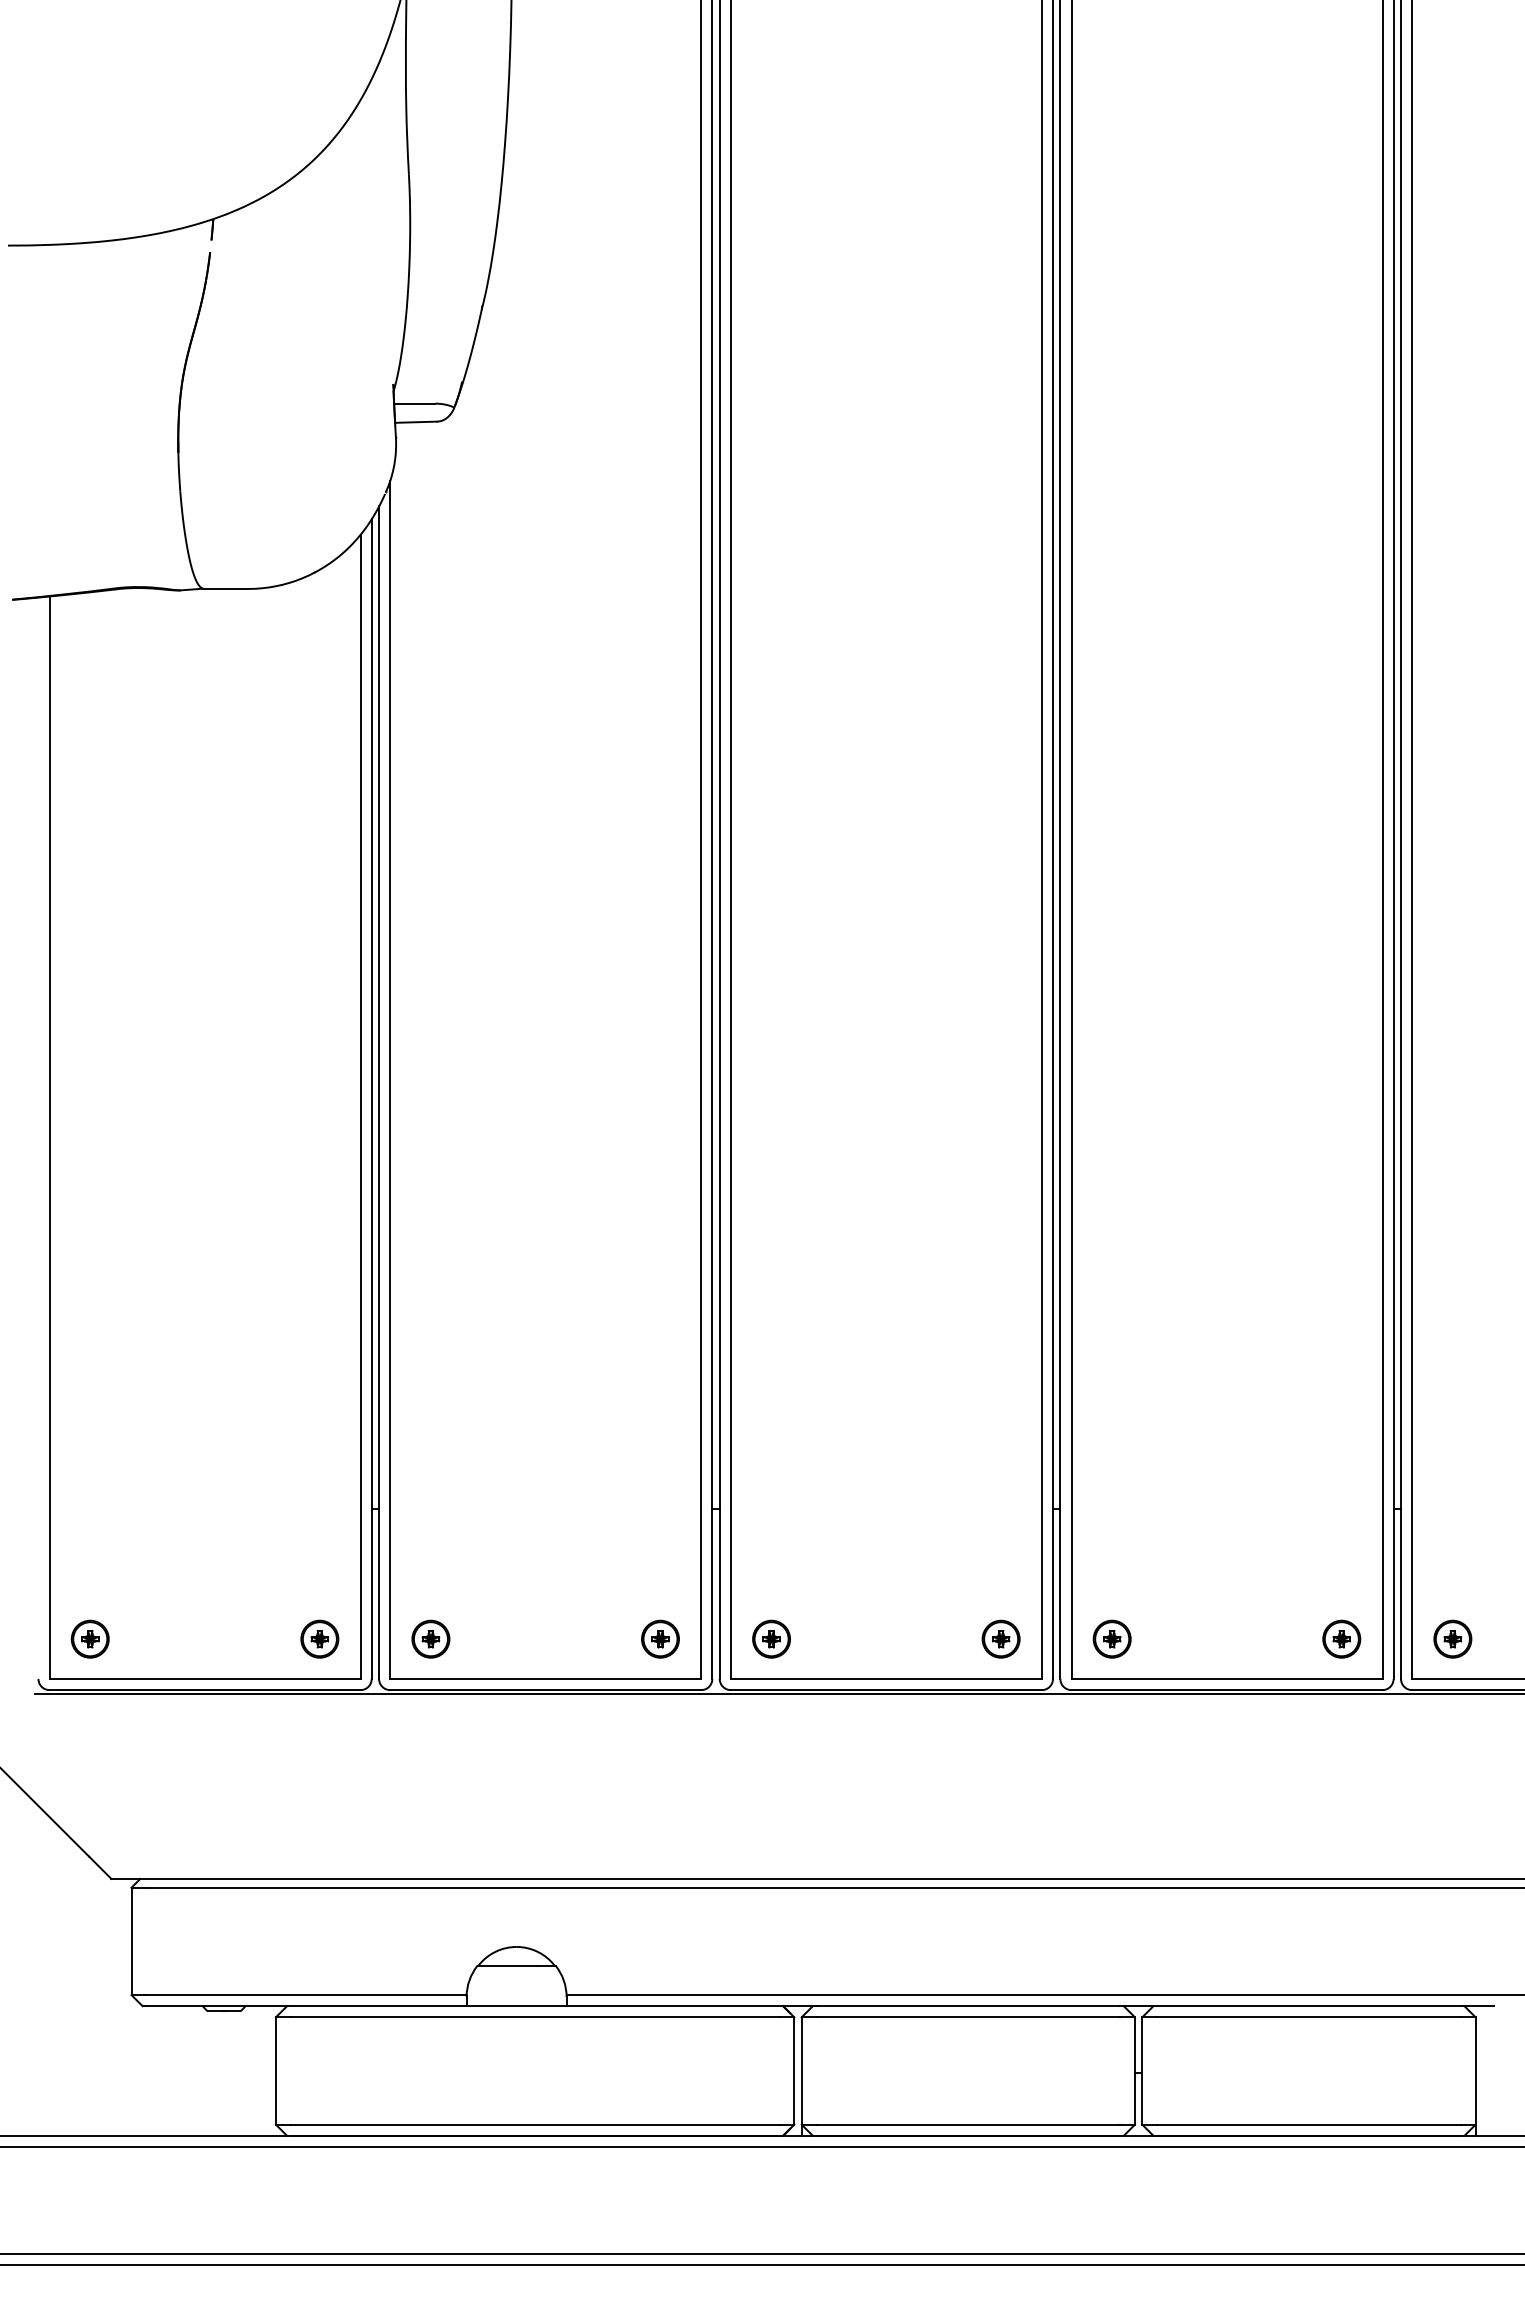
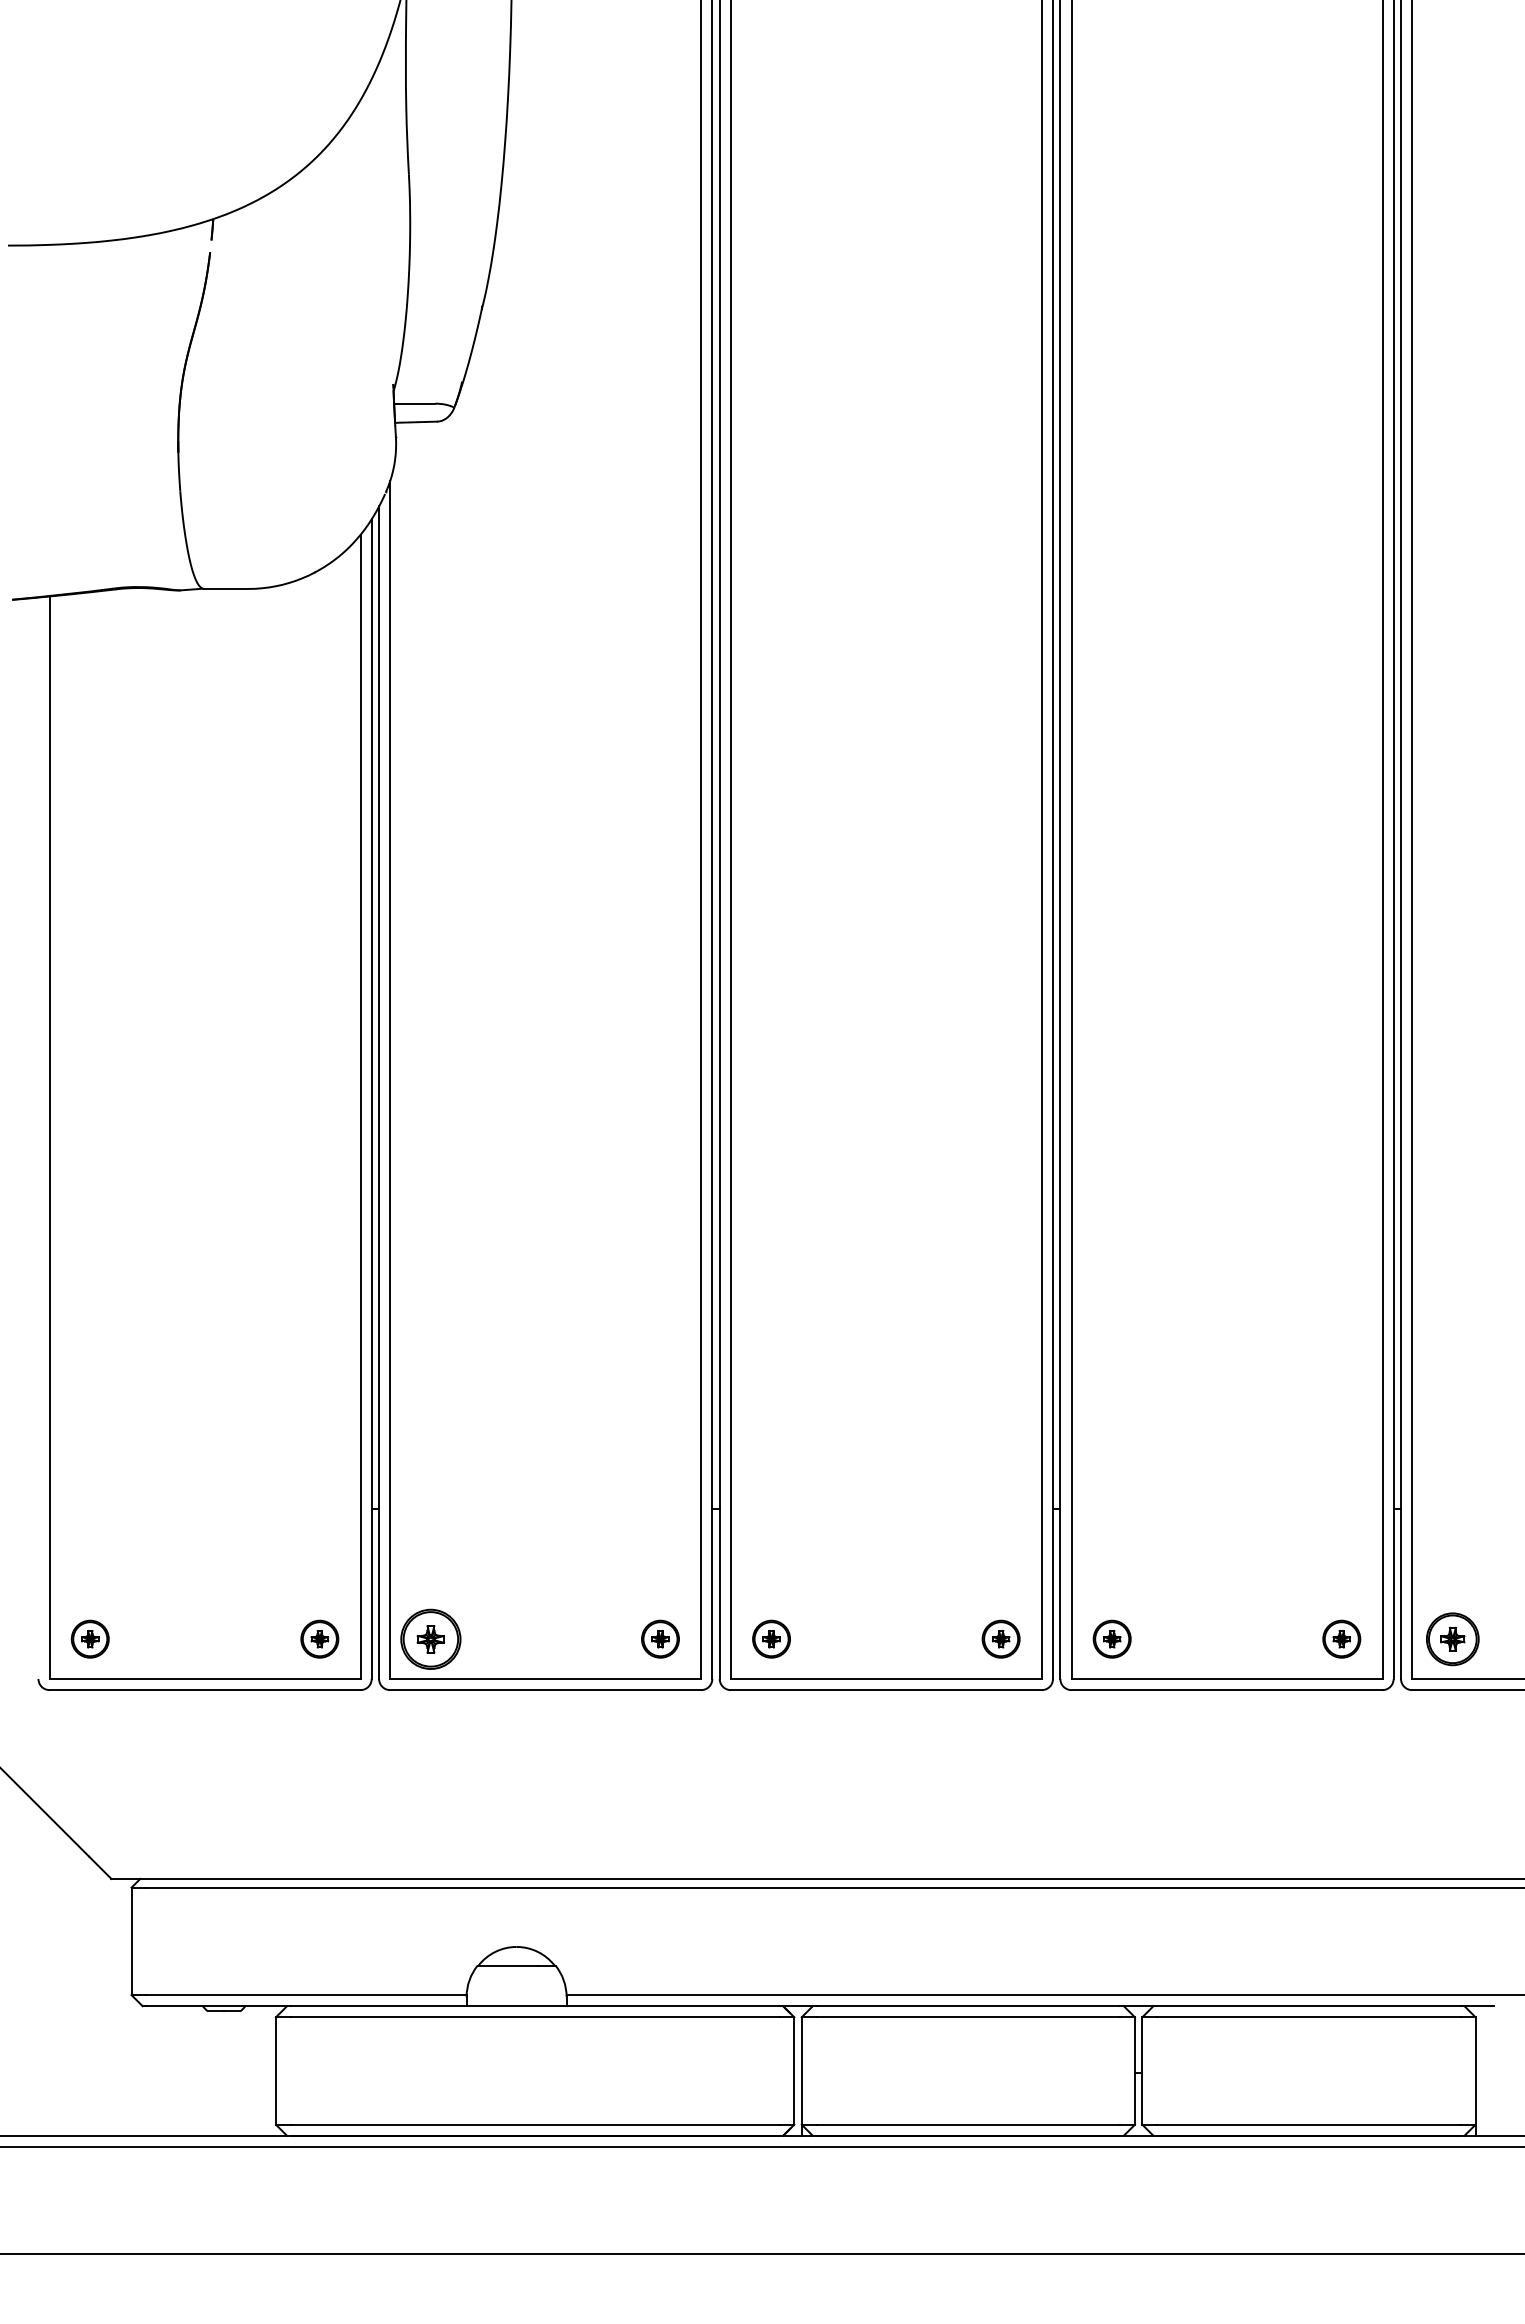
part at (430, 1638) size: 40x40 px -> 62x62 px
part at (1452, 1638) size: 40x40 px -> 54x55 px
line at (777, 1693): present -> none
line at (761, 2265): present -> none
